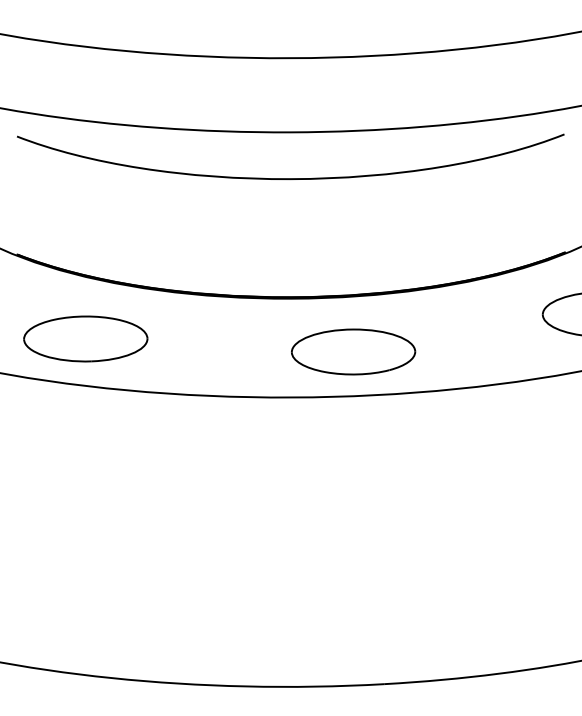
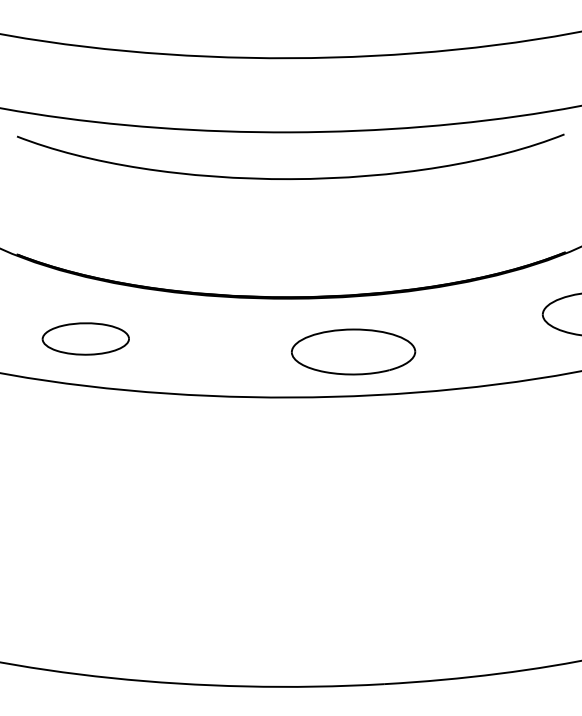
part at (85, 338) size: 126x48 px -> 89x34 px
